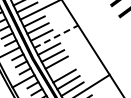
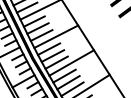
line at (56, 36): dashed -> solid
line at (71, 62): none -> present
